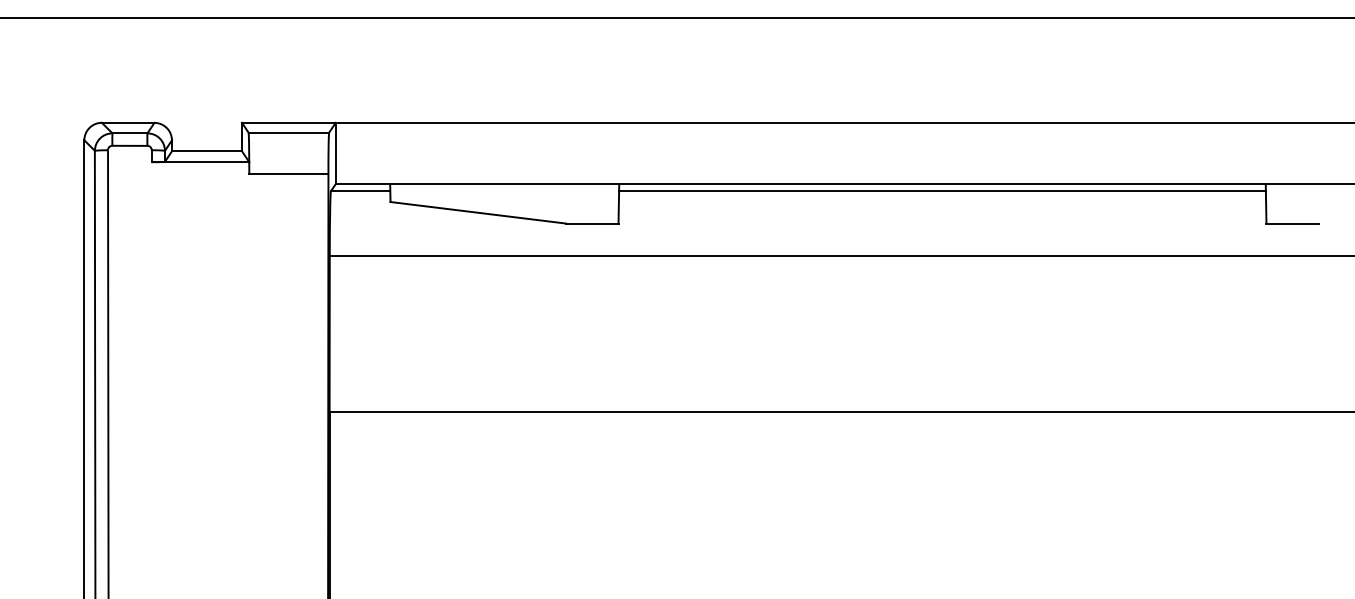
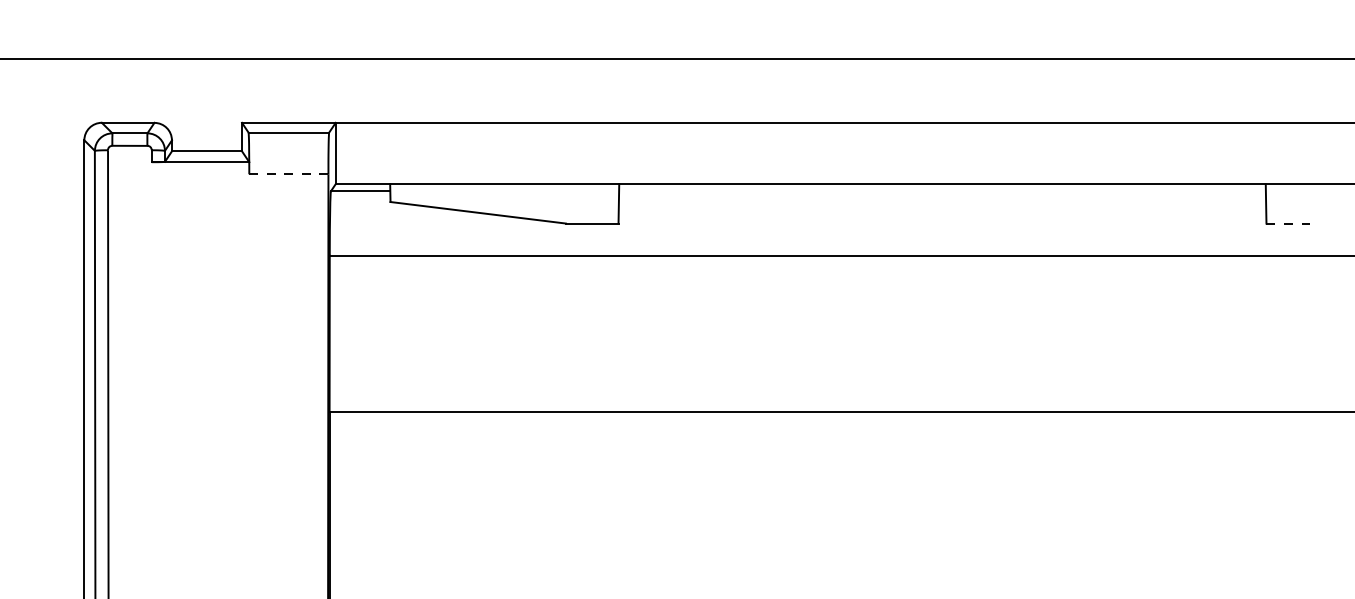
line at (676, 17) position: (676, 17) -> (676, 58)
line at (288, 174): solid -> dashed
line at (942, 191): present -> none
line at (1293, 223): solid -> dashed
